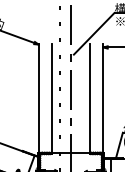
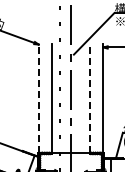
line at (38, 98): solid -> dashed
line at (90, 98): solid -> dashed
